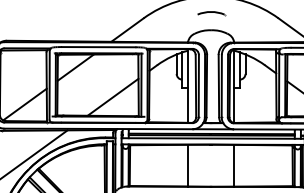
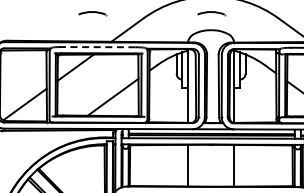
part at (92, 13): none -> present
line at (98, 47): solid -> dashed
line at (34, 153): present -> none
